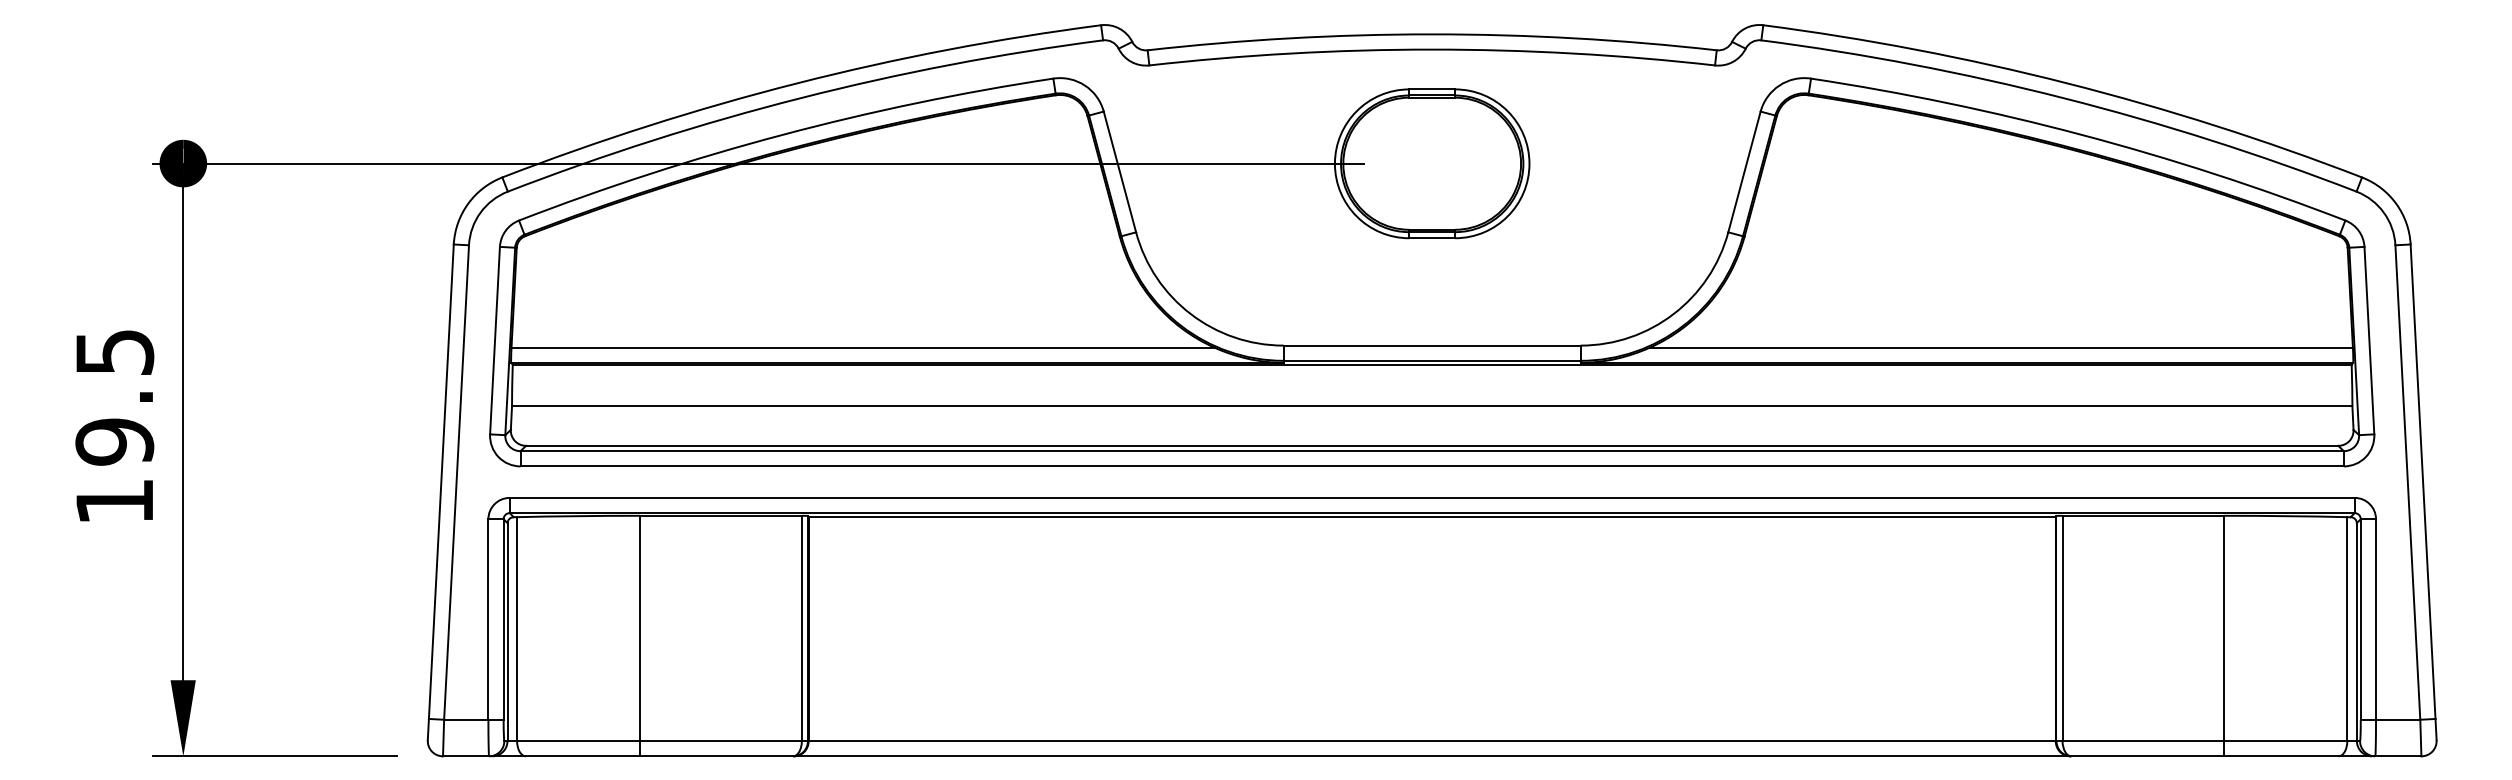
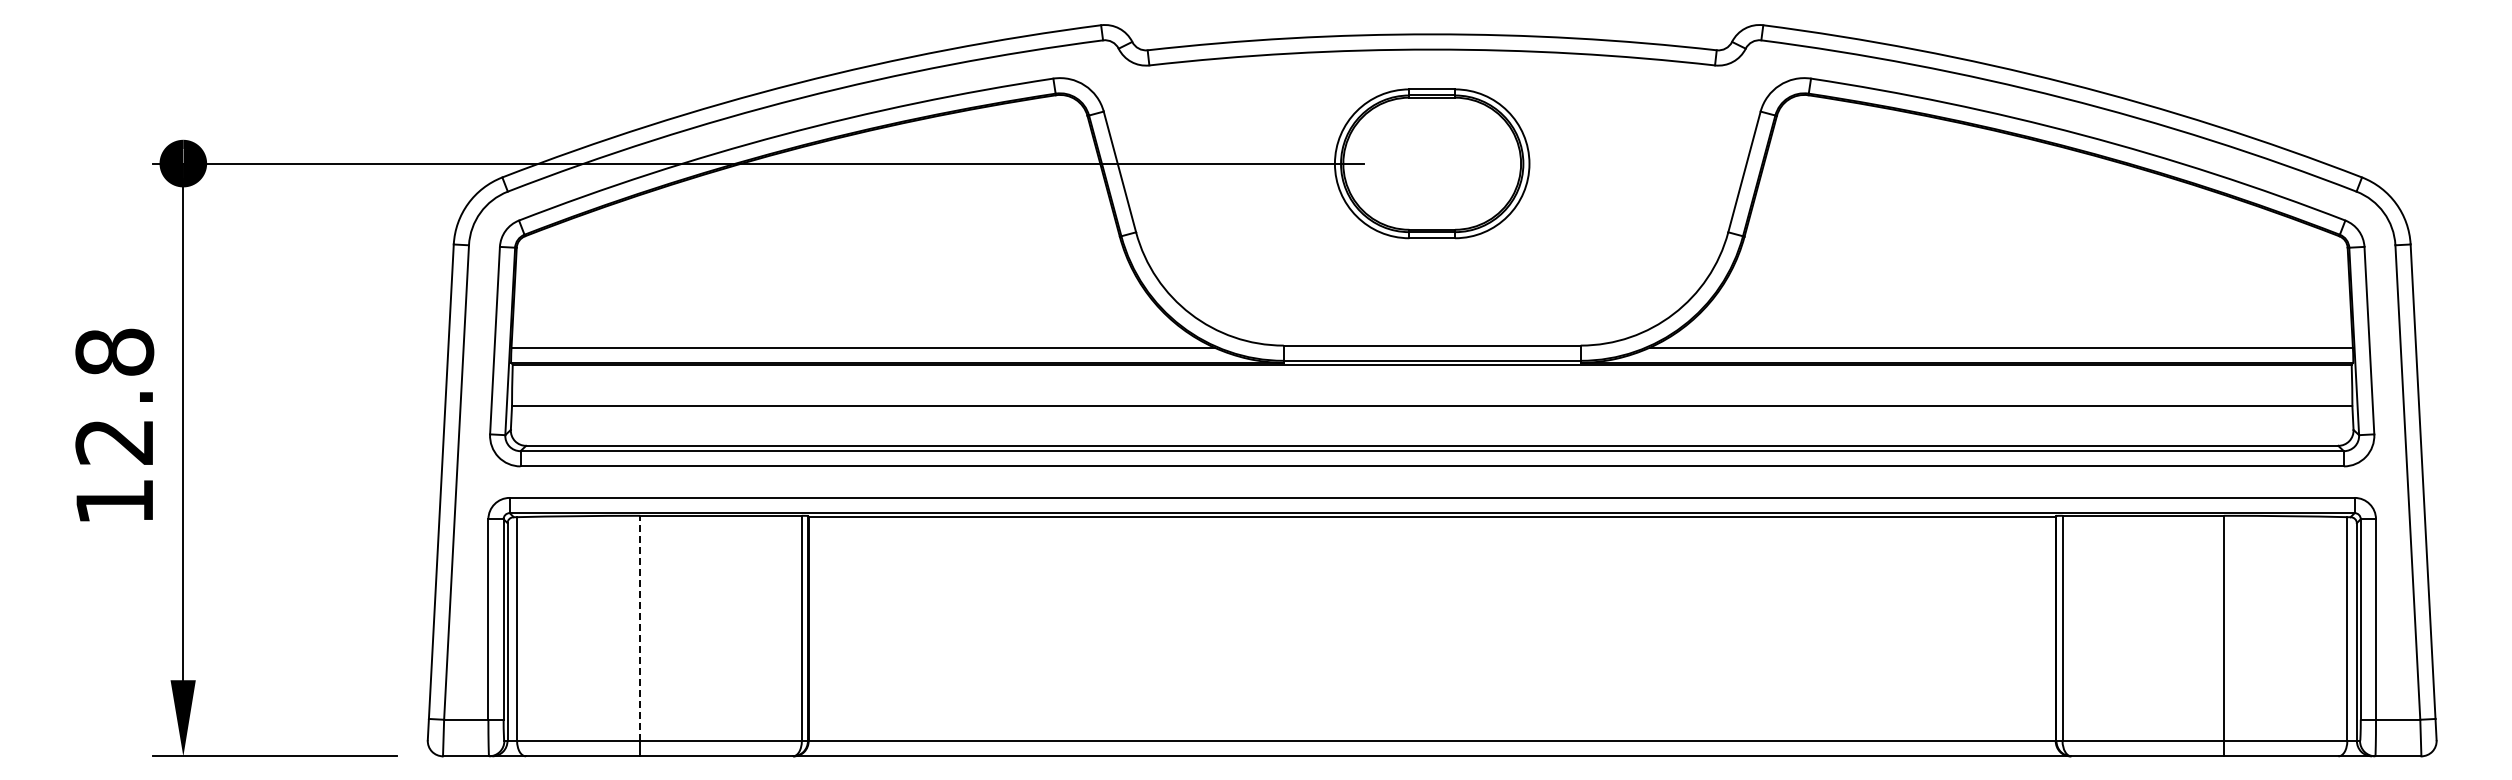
text at (114, 396): 19.5 -> 12.8
line at (640, 628): solid -> dashed
